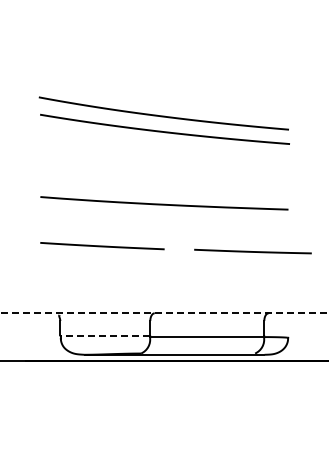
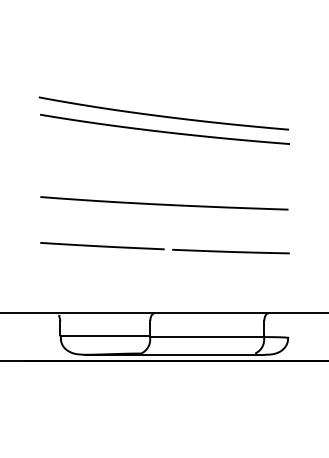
line at (252, 251) position: (252, 251) -> (230, 251)
line at (164, 313): dashed -> solid
line at (105, 336): dashed -> solid
